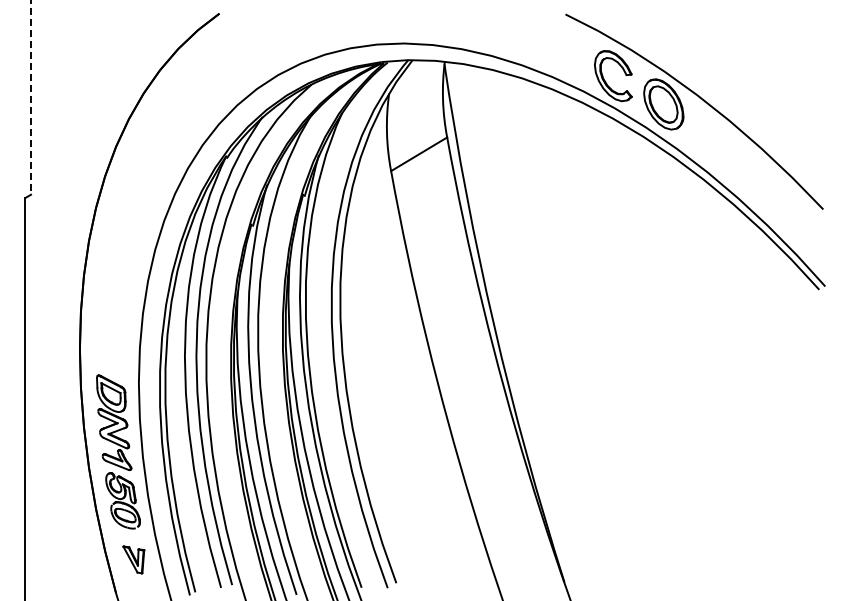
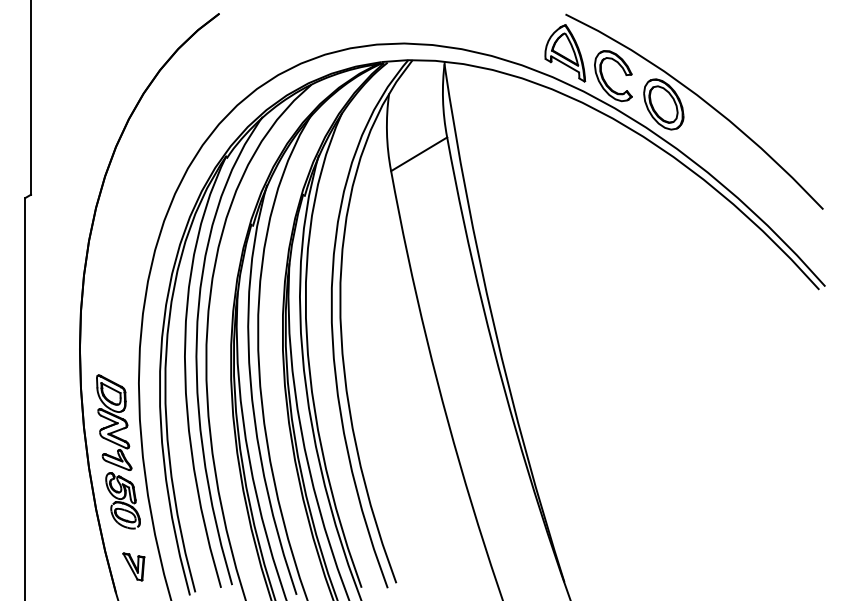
part at (565, 53): none -> present
line at (31, 97): dashed -> solid
part at (133, 559) position: (133, 559) -> (133, 566)
